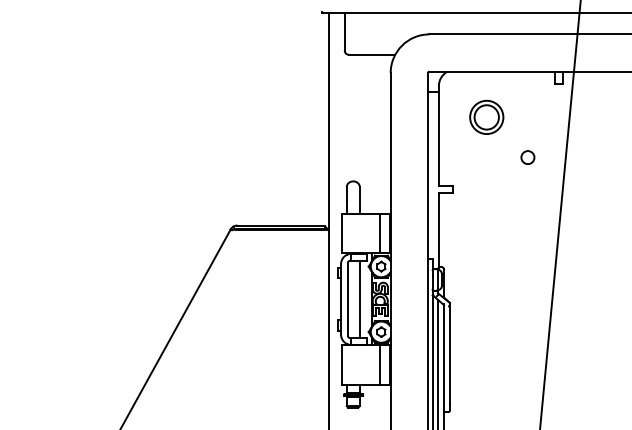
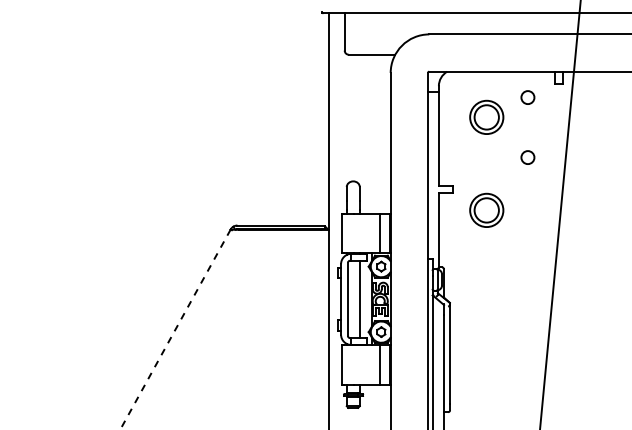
circle at (527, 97): none -> present
part at (486, 209): none -> present
line at (175, 330): solid -> dashed
line at (437, 362): present -> none
